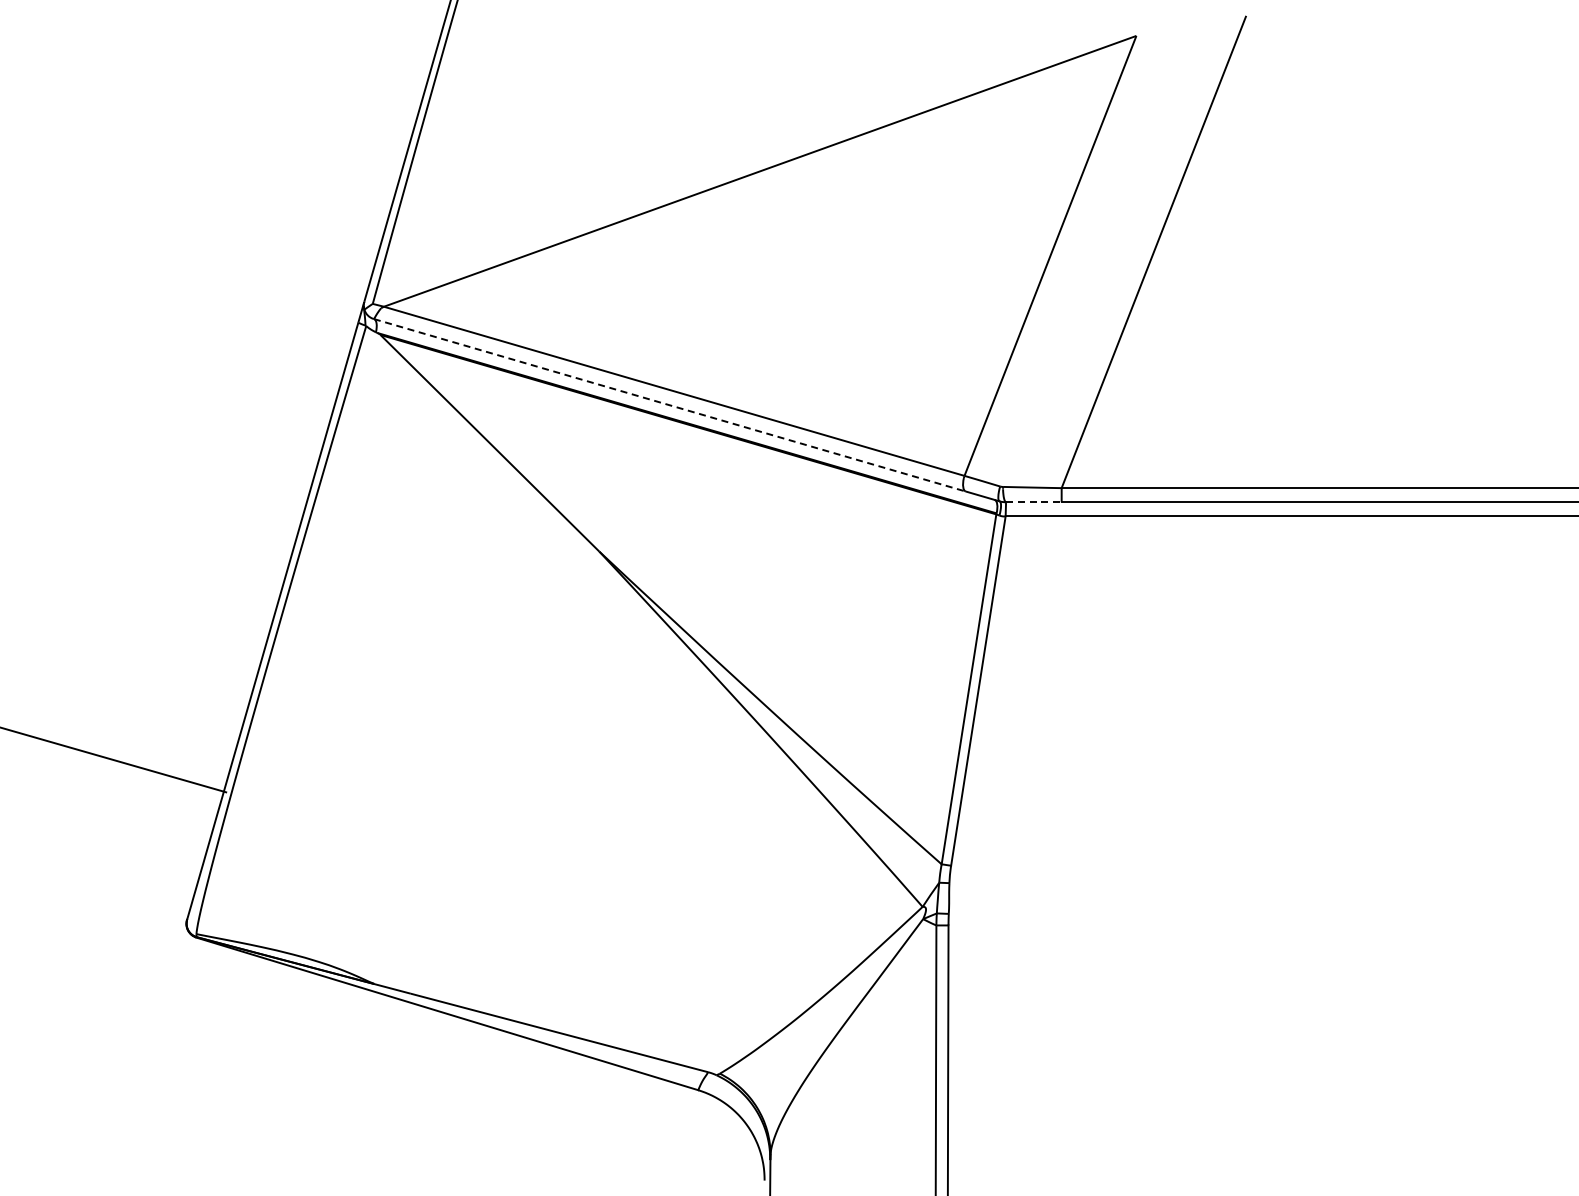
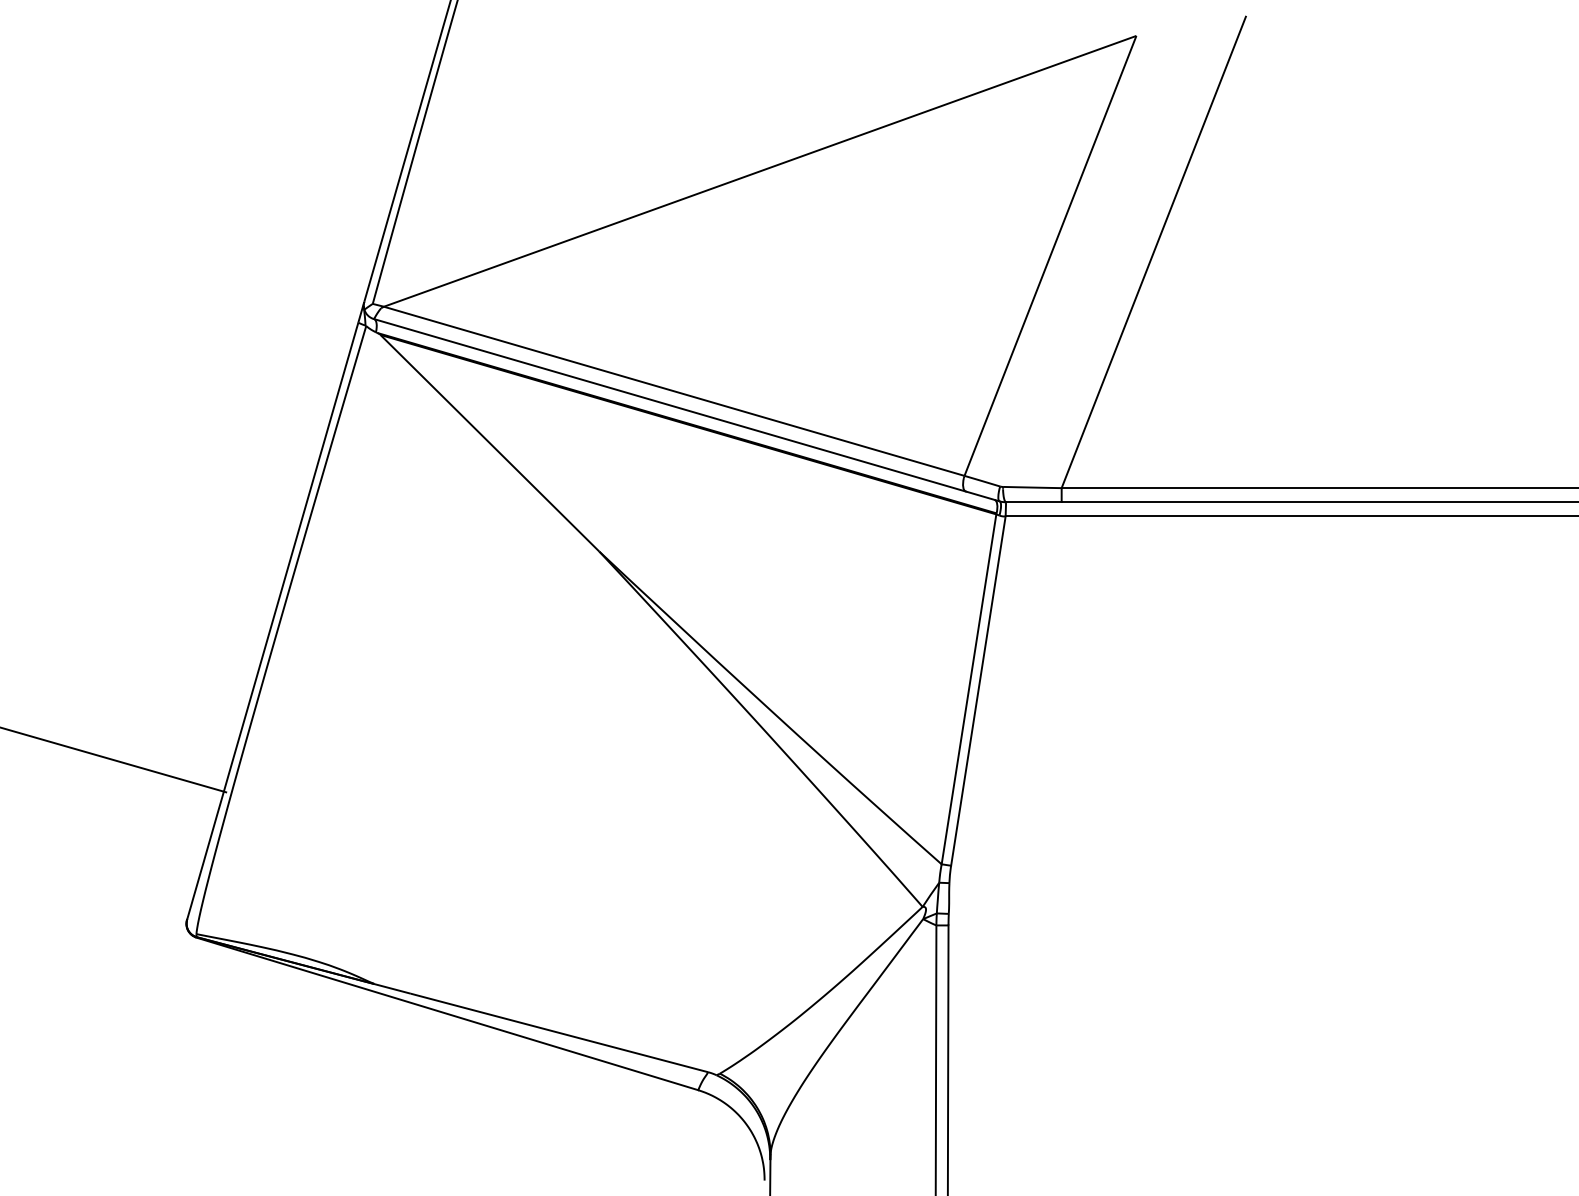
line at (670, 405): dashed -> solid
line at (1033, 502): dashed -> solid
